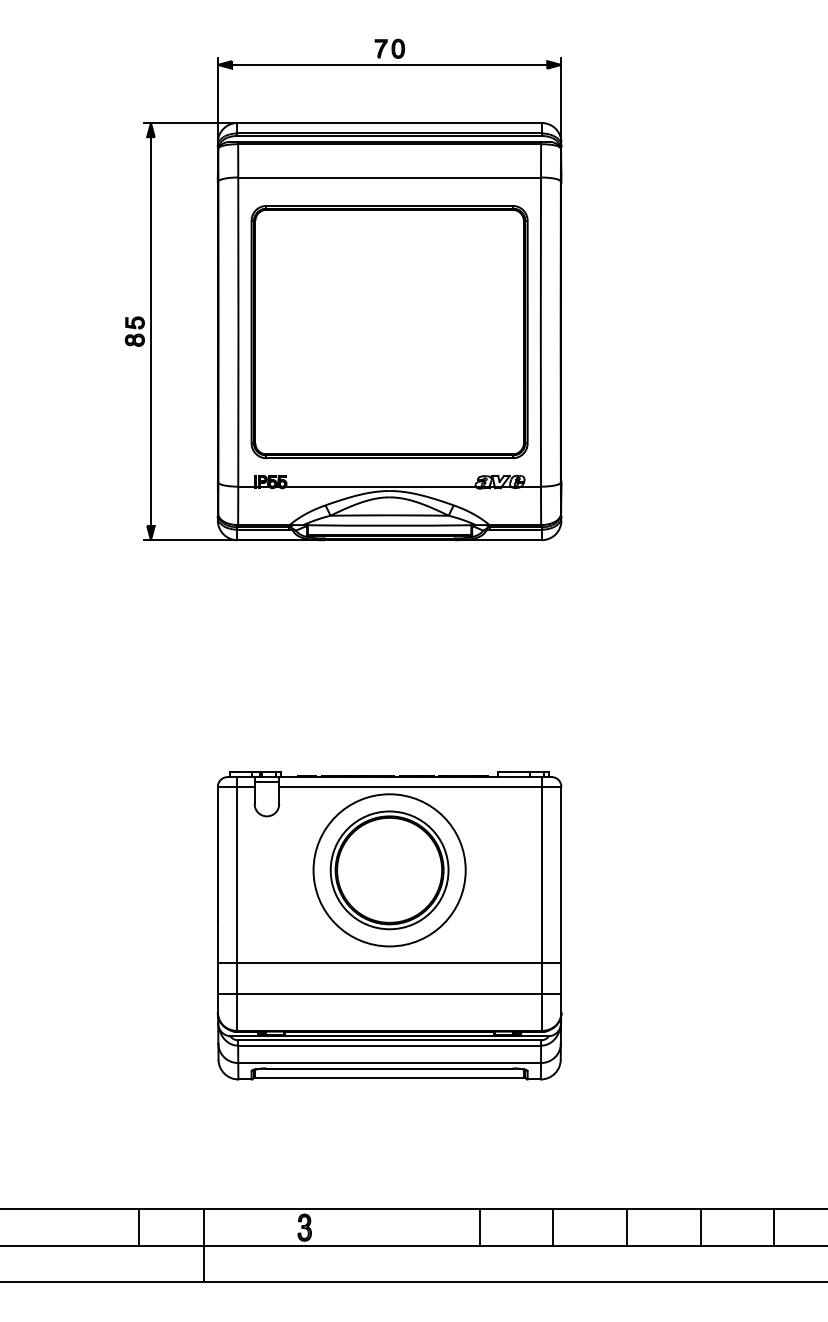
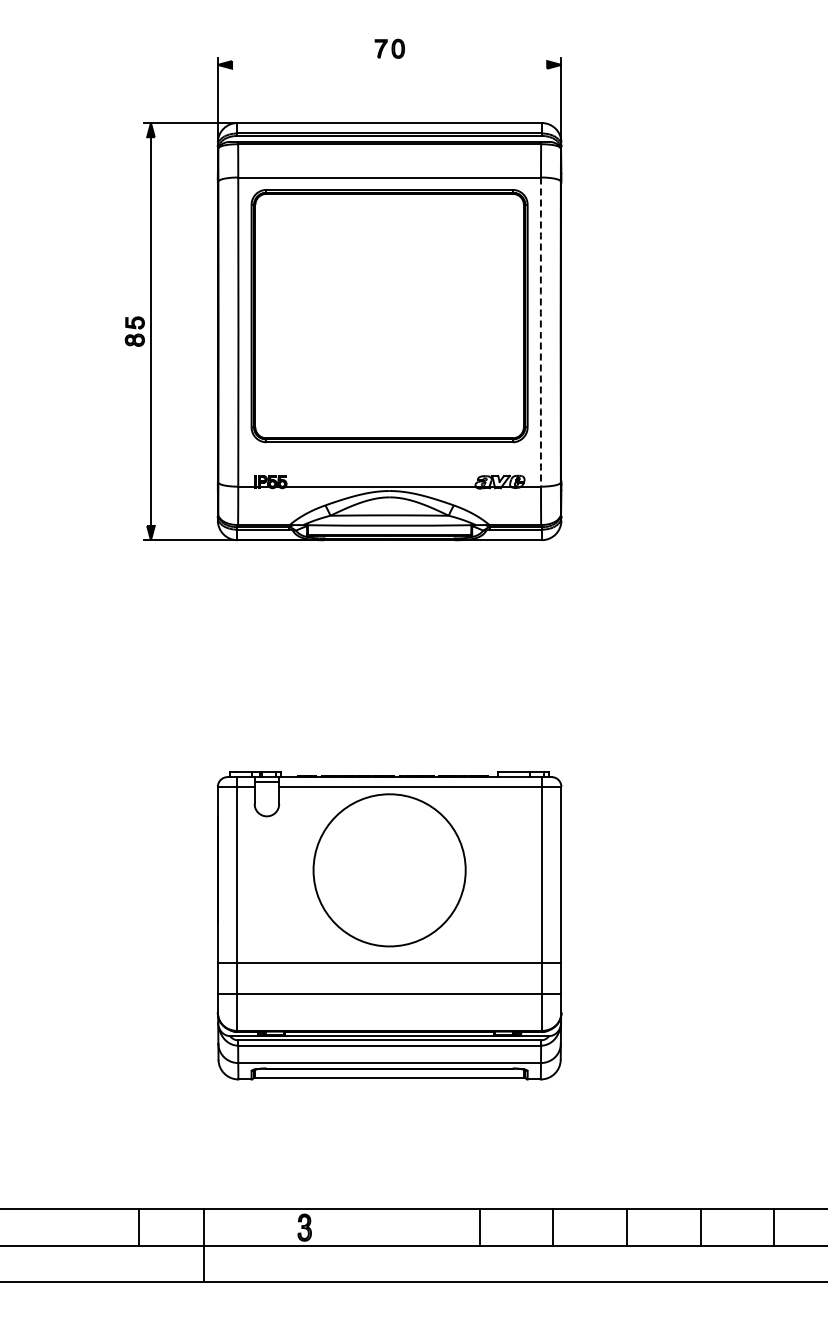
line at (389, 64): present -> none
part at (389, 332) position: (389, 332) -> (389, 316)
arc at (540, 332): solid -> dashed
part at (389, 870): present -> none
